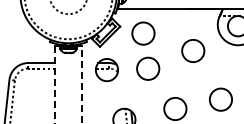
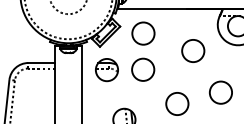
circle at (148, 68) position: (148, 68) -> (143, 69)
line at (55, 84): dashed -> solid
line at (81, 84): dashed -> solid
circle at (220, 99) position: (220, 99) -> (220, 92)
circle at (175, 108) position: (175, 108) -> (177, 103)
